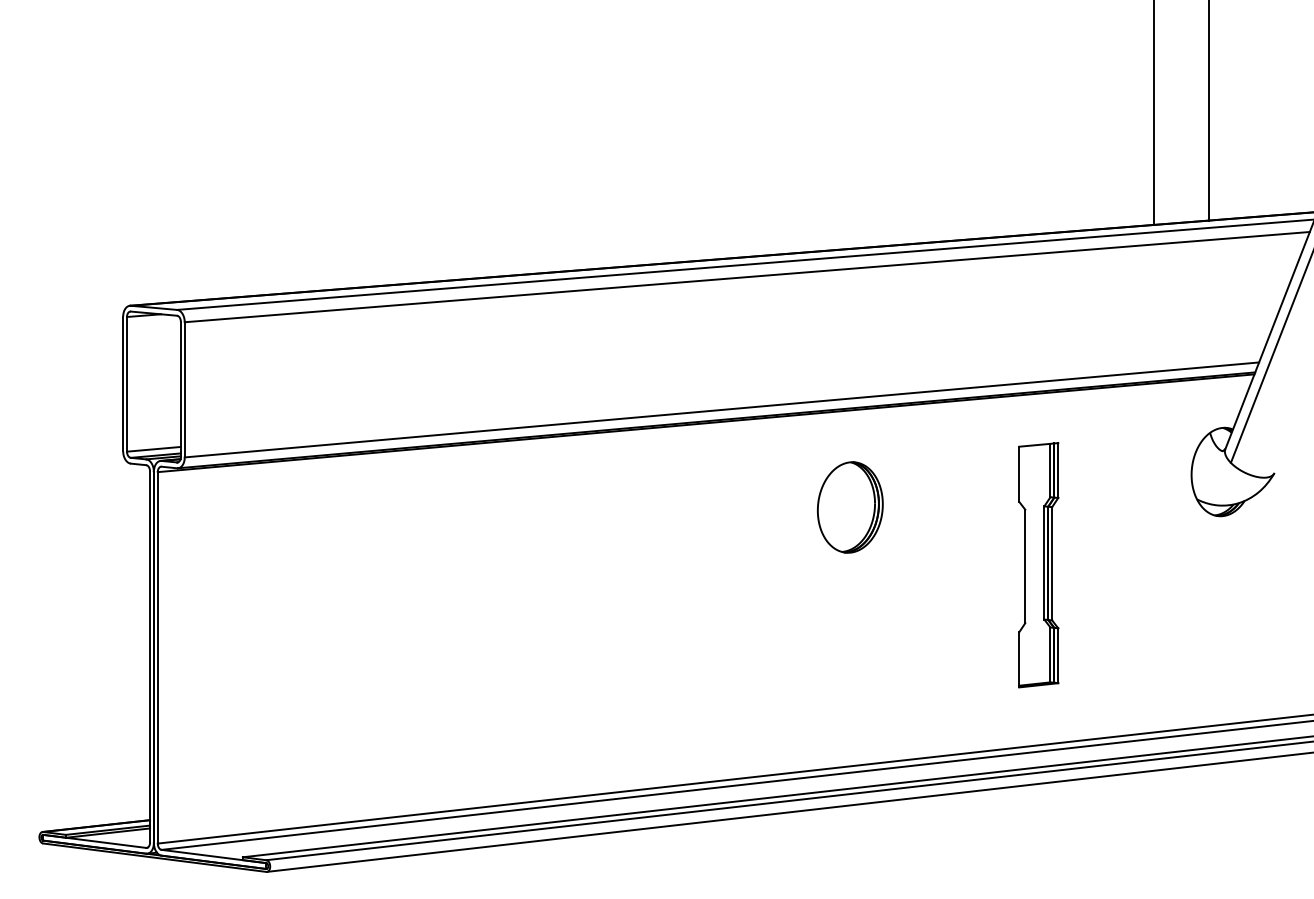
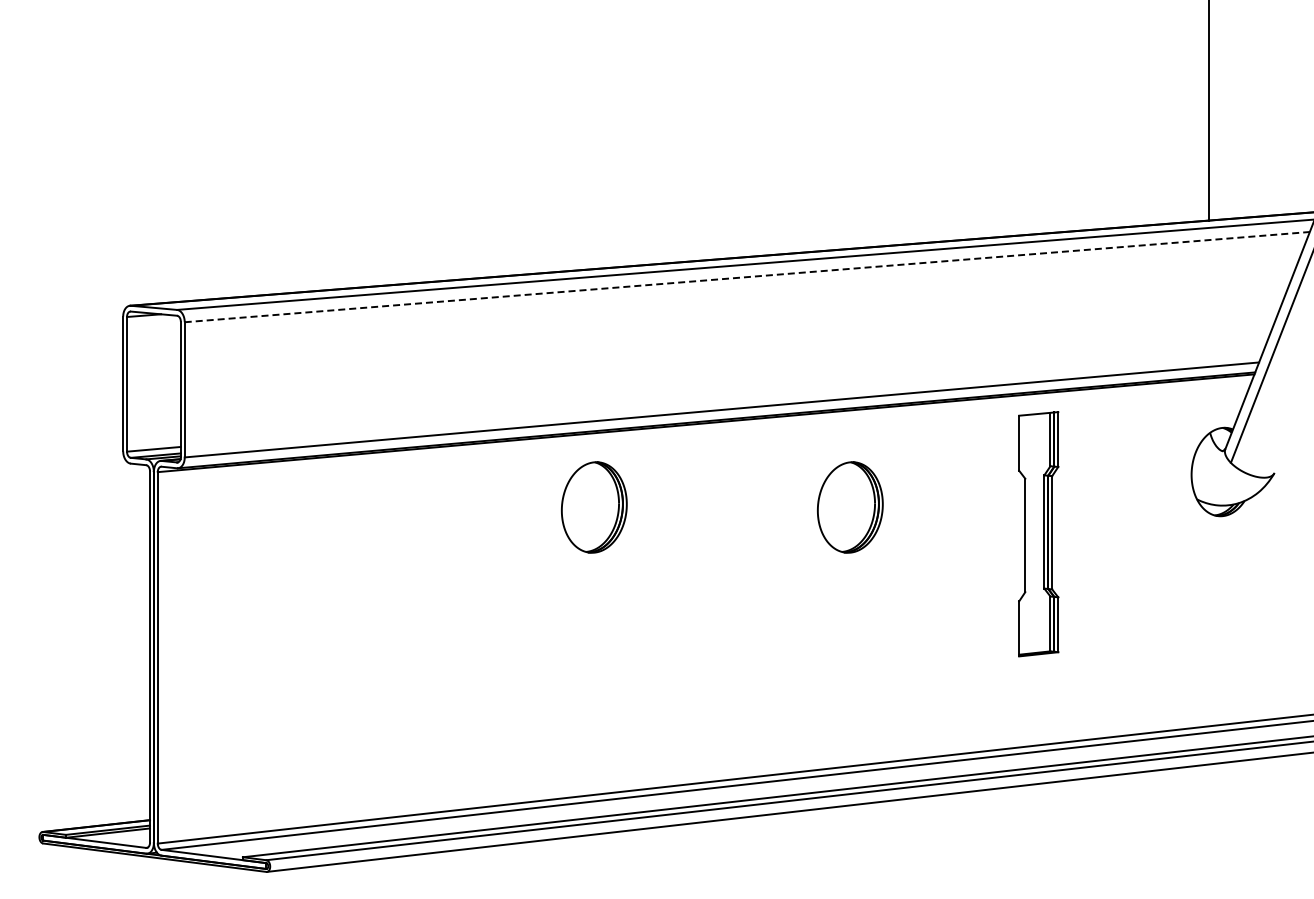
line at (1154, 113): present -> none
line at (747, 277): solid -> dashed
part at (594, 507): none -> present
part at (1038, 565) position: (1038, 565) -> (1038, 534)
